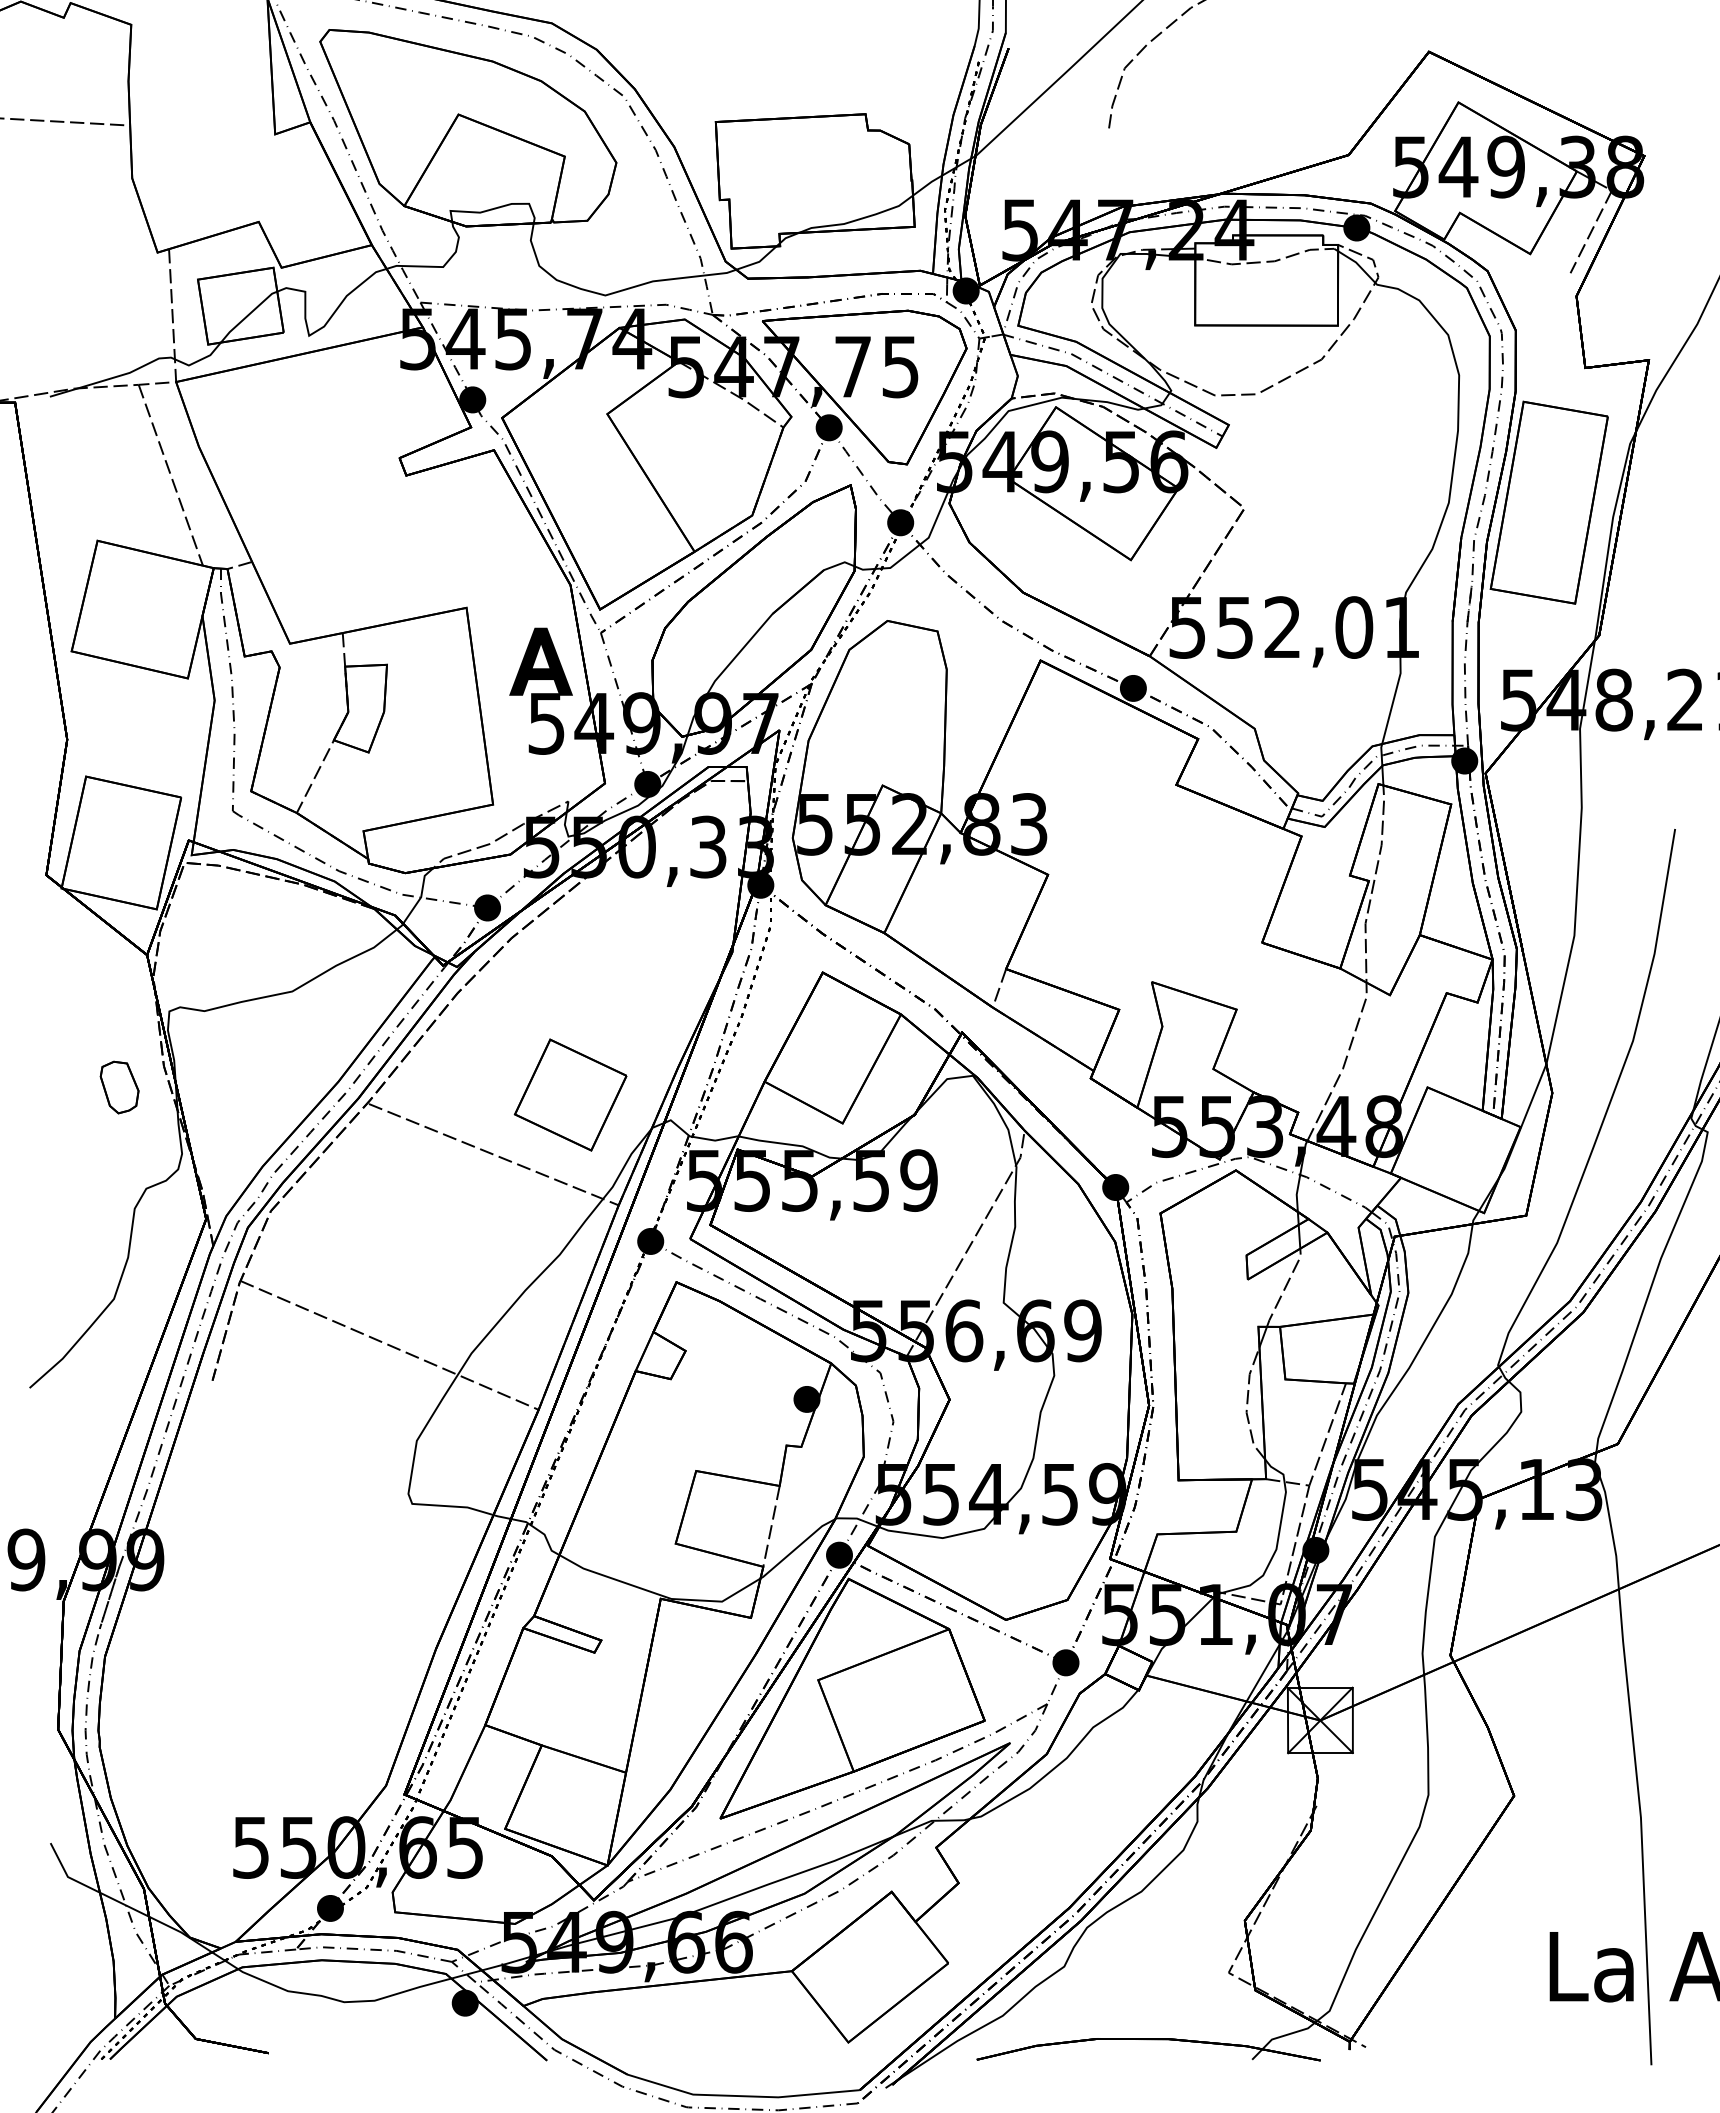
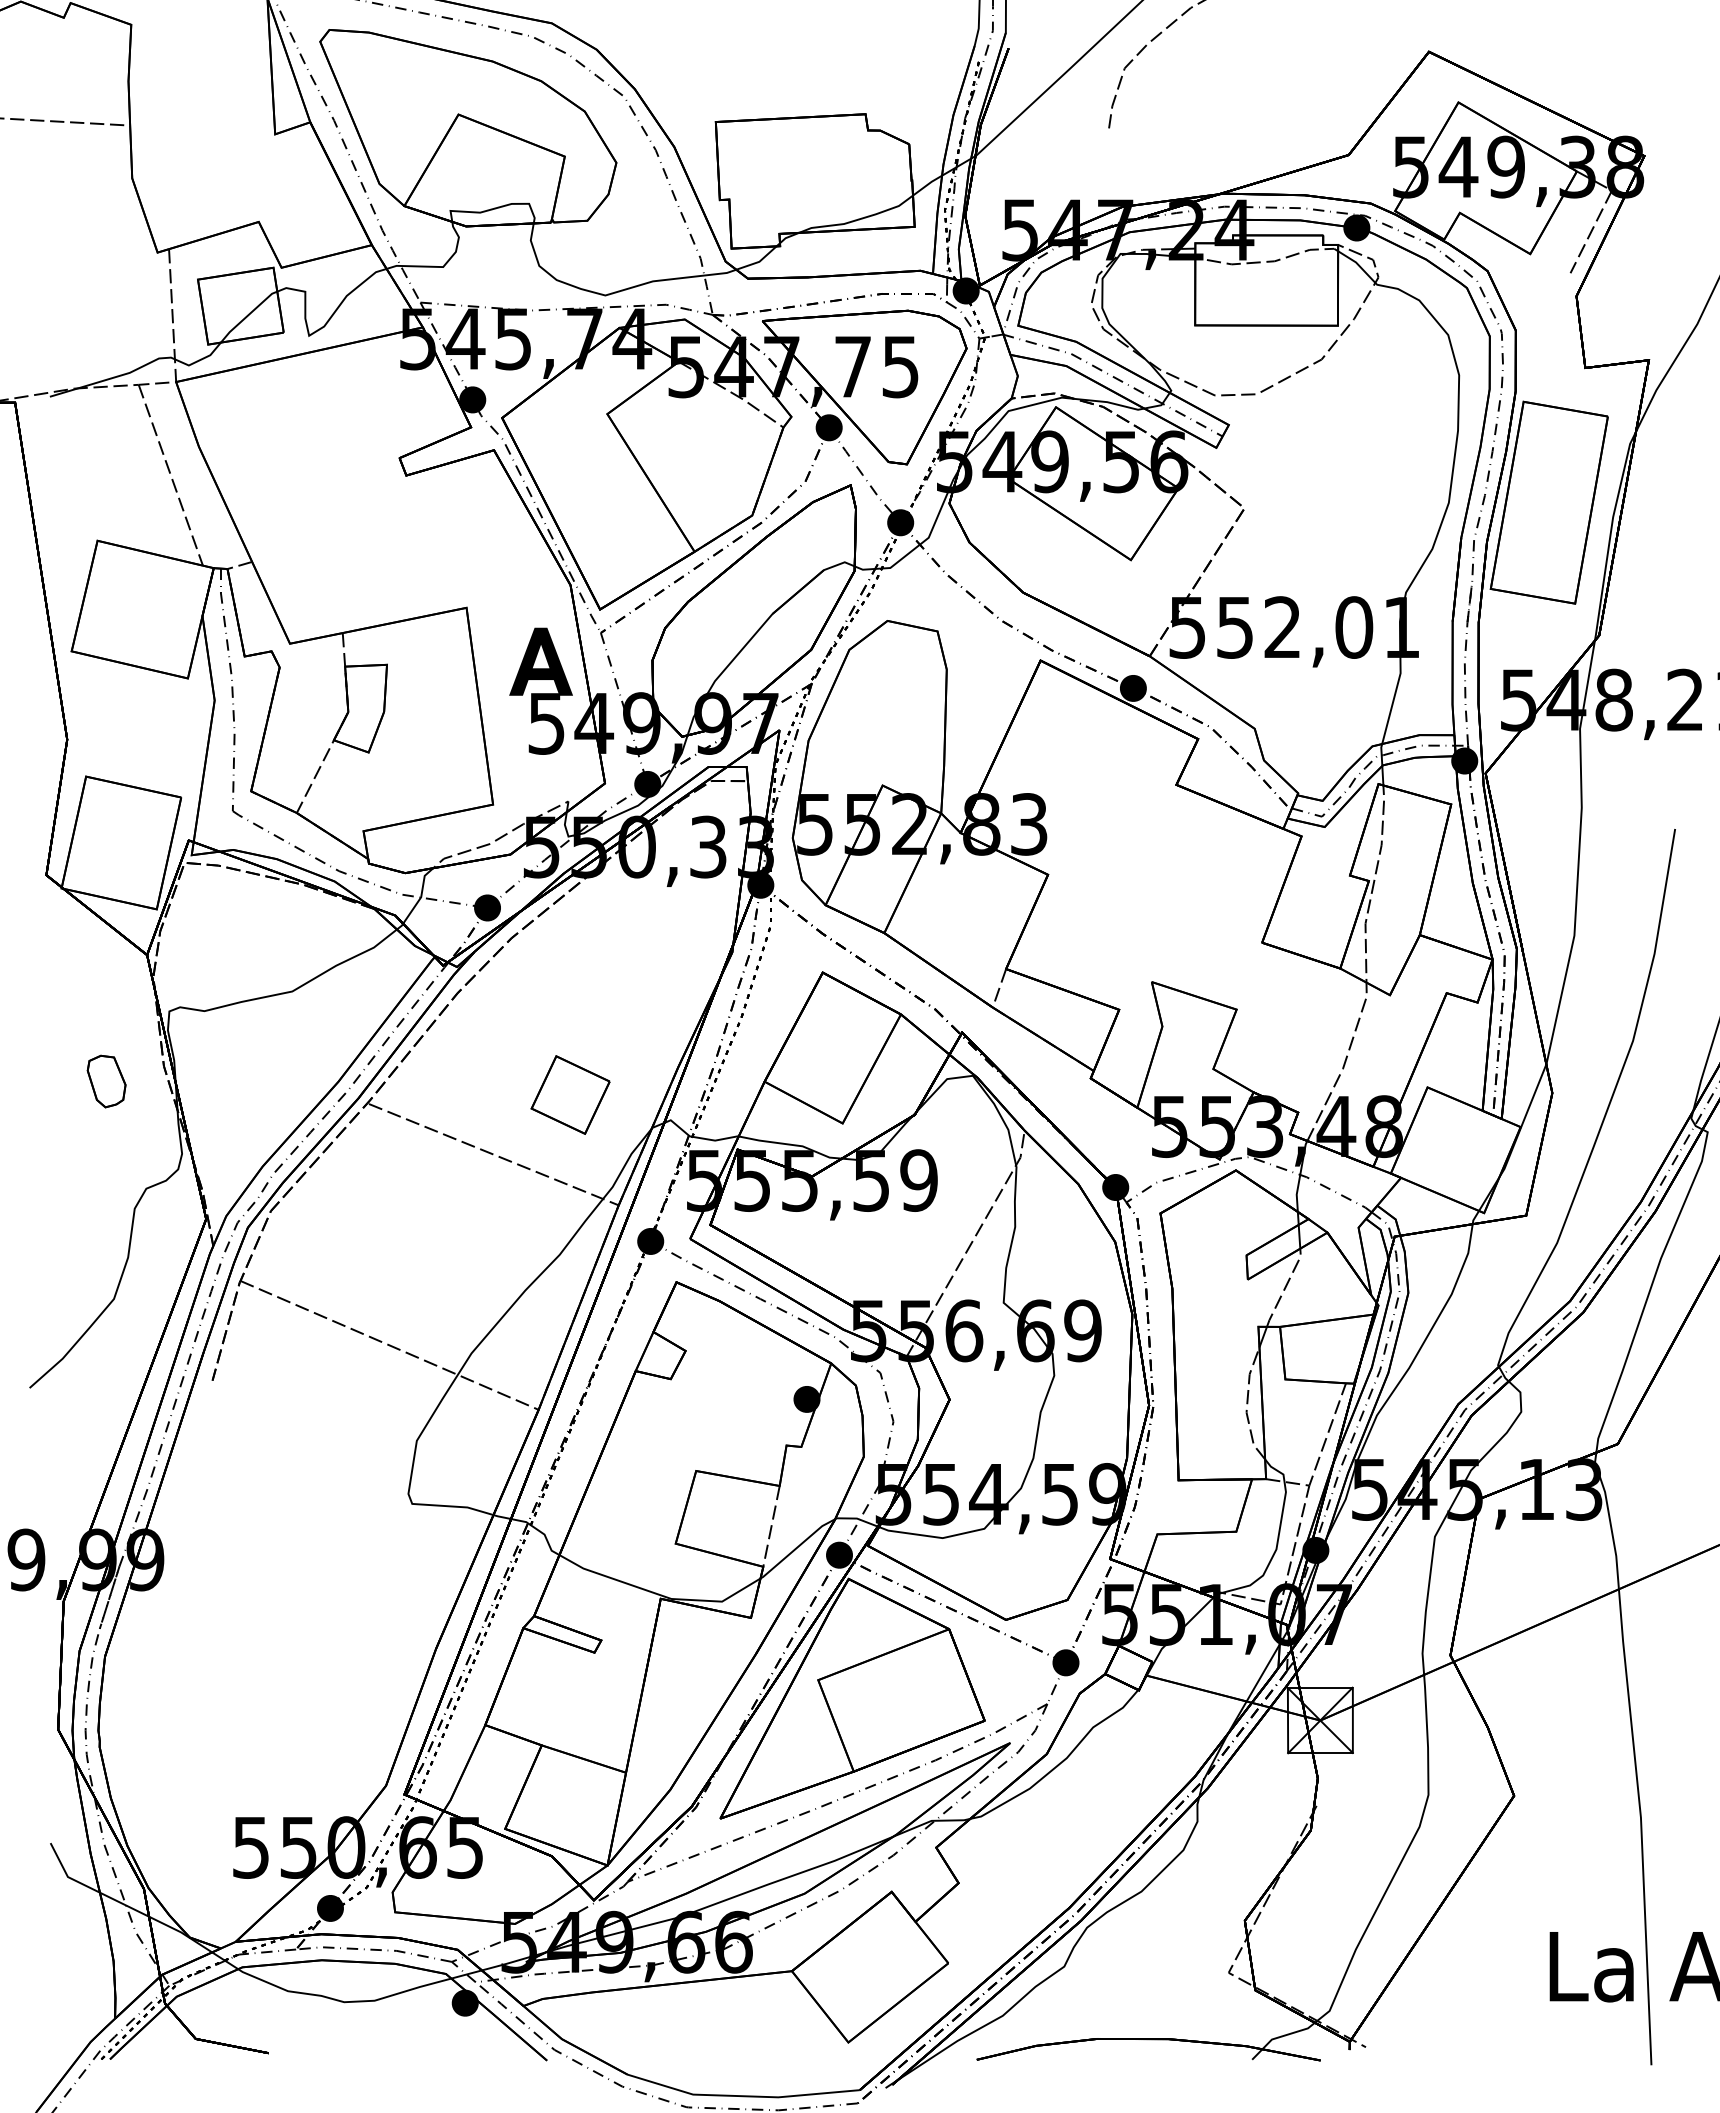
part at (119, 1087) position: (119, 1087) -> (106, 1081)
part at (570, 1094) size: 115x114 px -> 81x80 px
